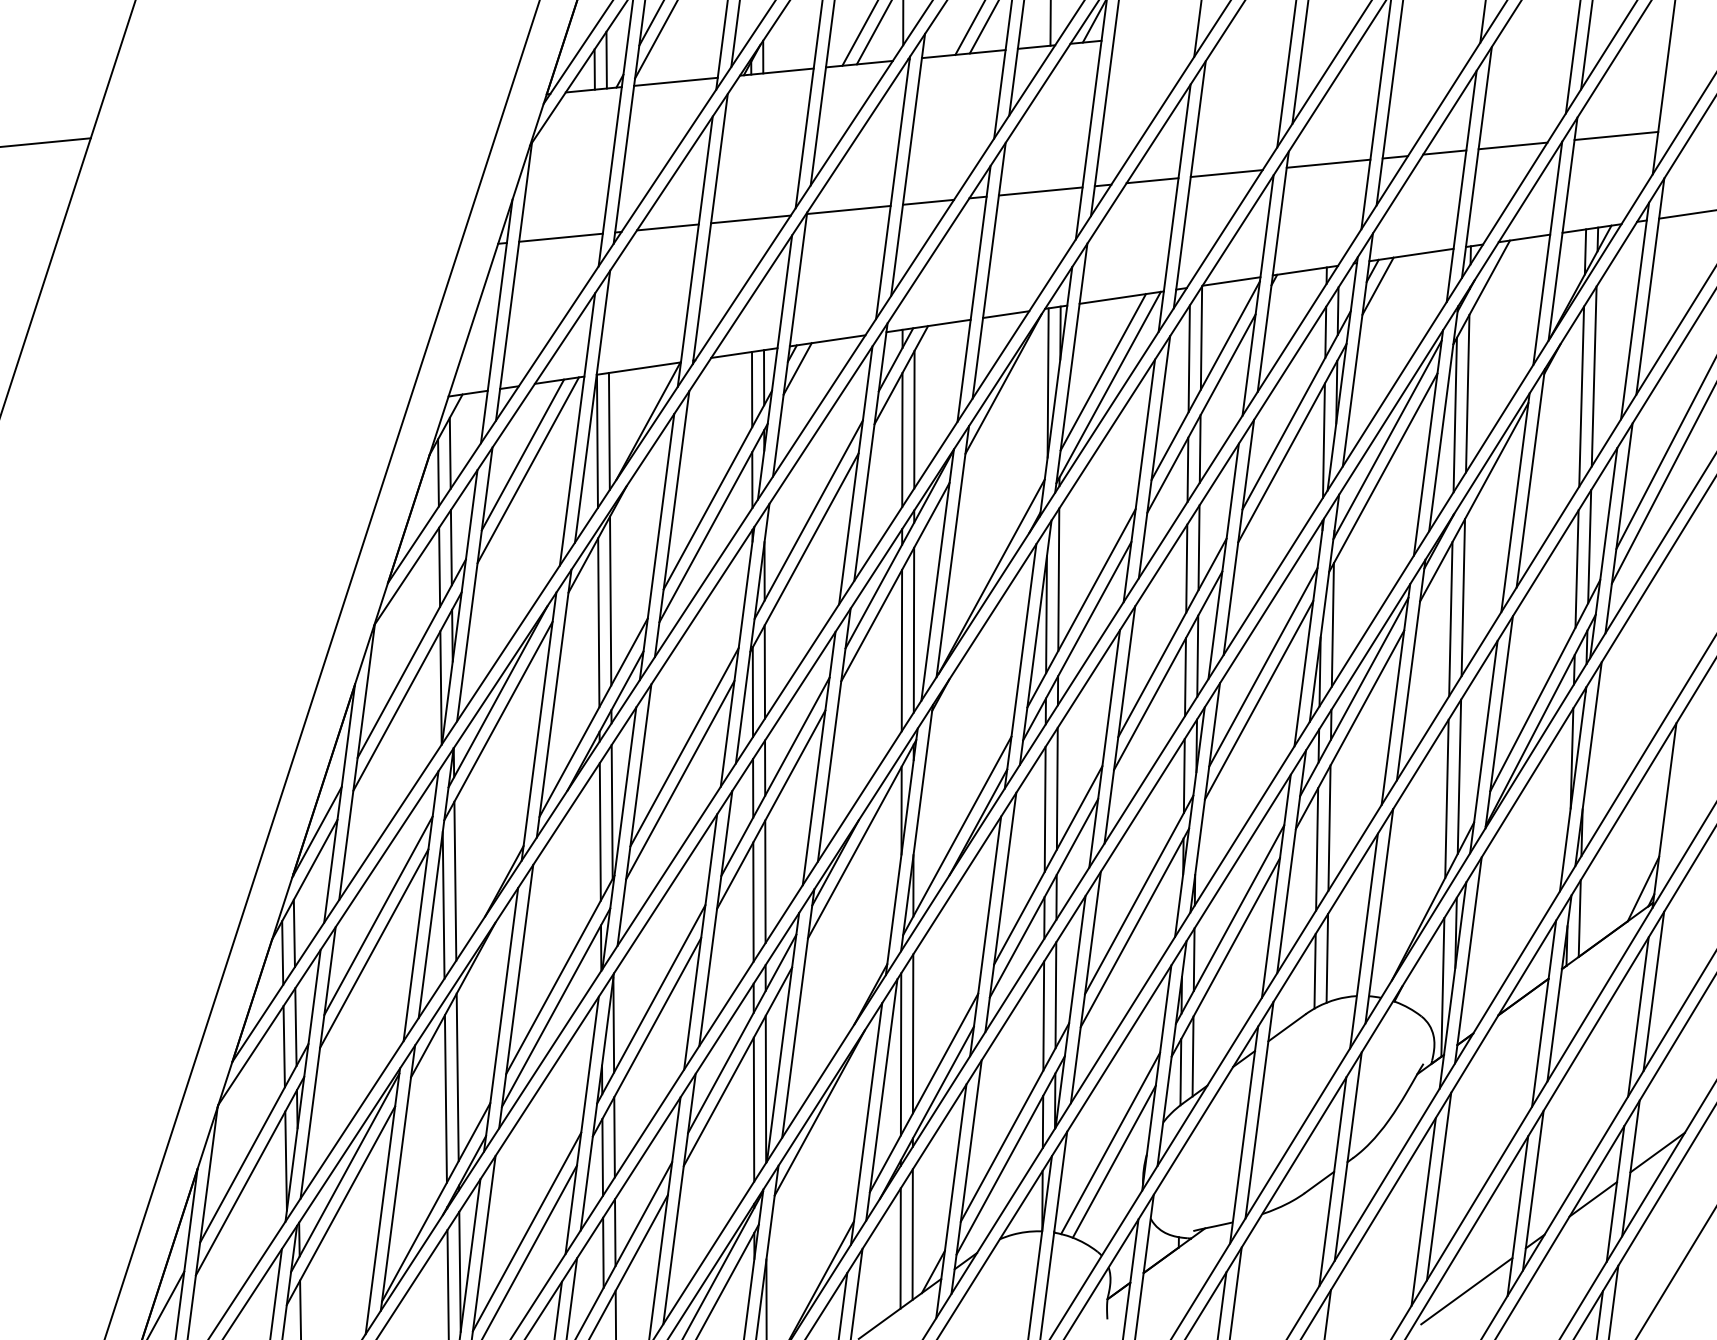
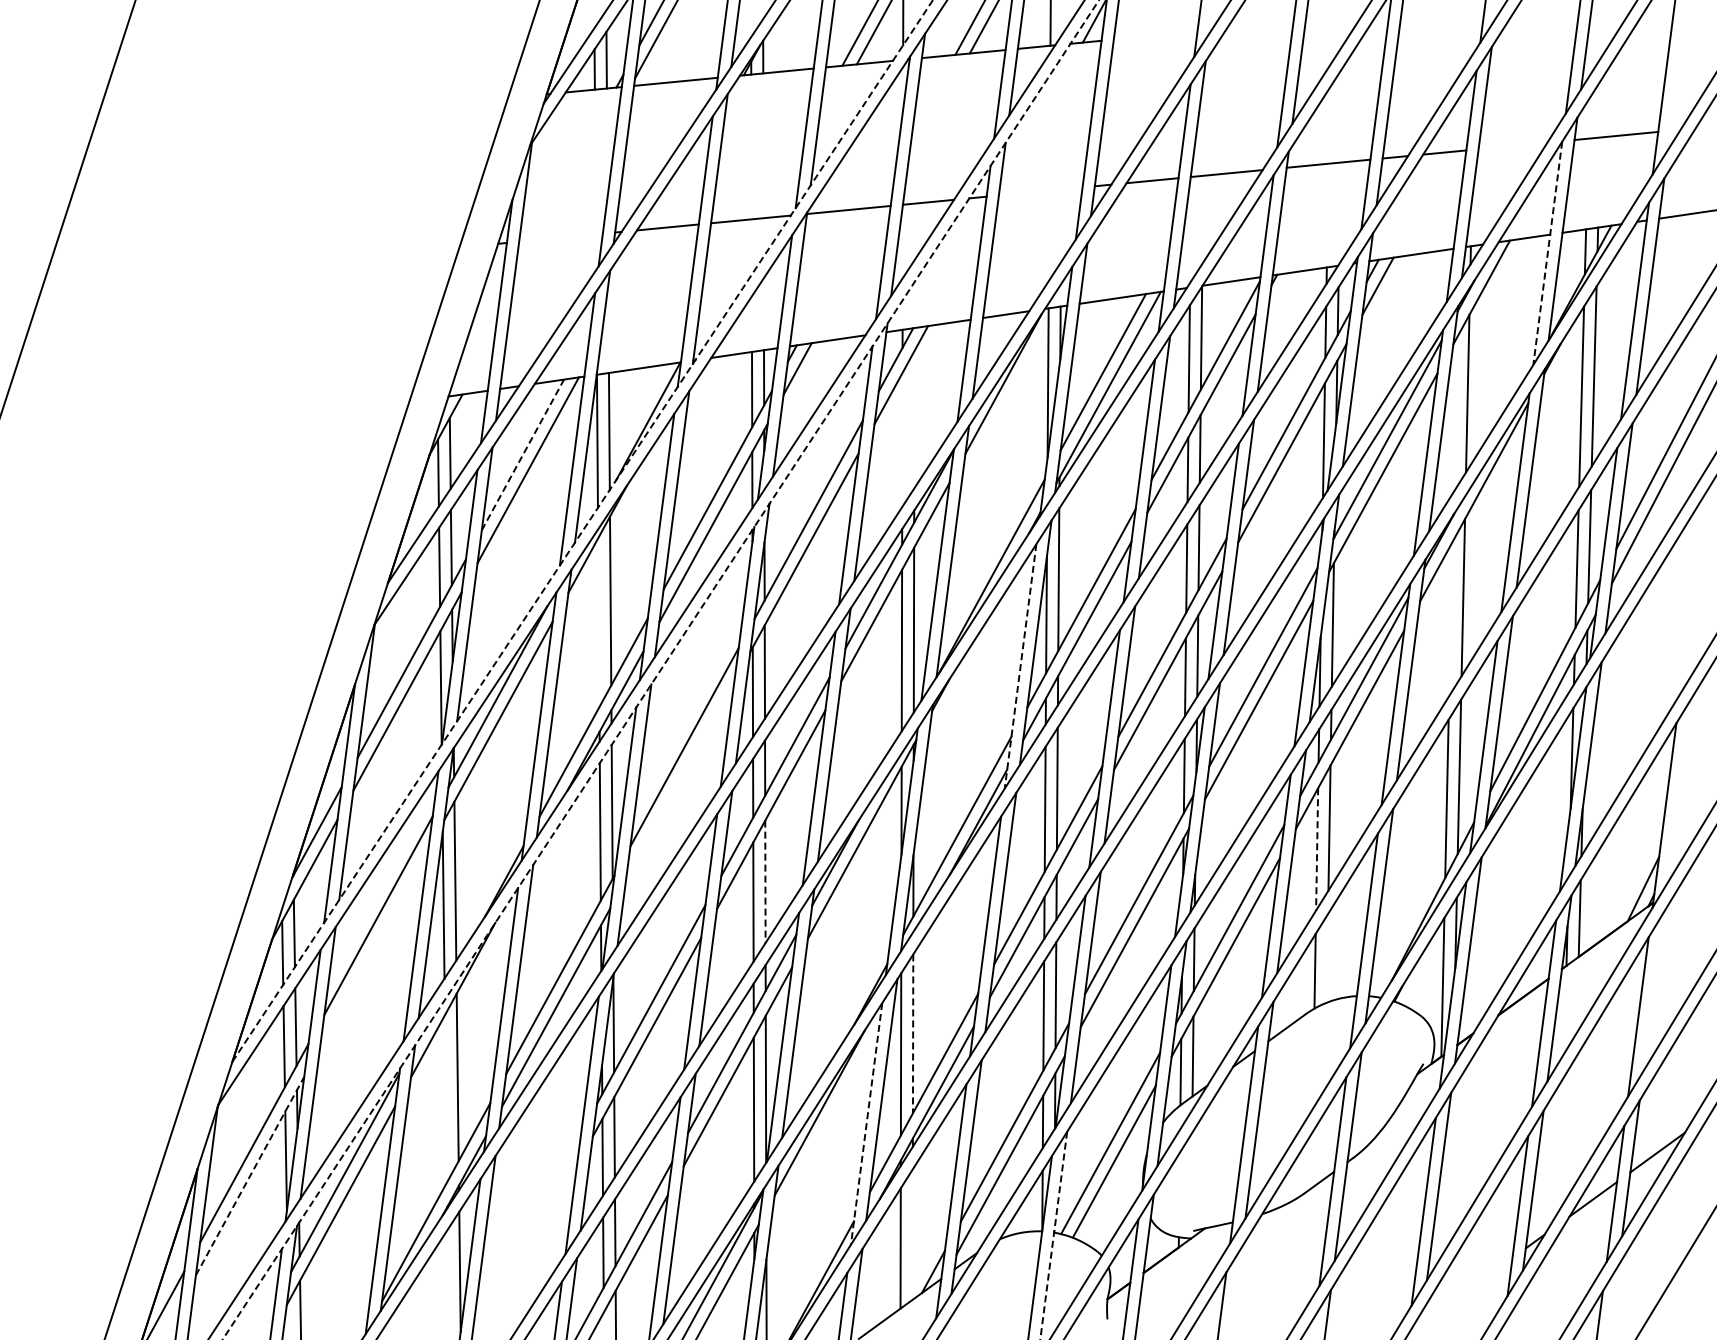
line at (46, 142): present -> none
line at (1512, 145): present -> none
line at (1040, 191): present -> none
line at (560, 237): present -> none
line at (1547, 253): solid -> dashed
line at (1454, 414): present -> none
line at (914, 419): present -> none
line at (902, 440): present -> none
line at (522, 454): solid -> dashed
line at (582, 530): solid -> dashed
line at (1450, 619): present -> none
line at (598, 622): present -> none
line at (1020, 666): solid -> dashed
line at (660, 669): solid -> dashed
line at (680, 779): present -> none
line at (1317, 849): solid -> dashed
line at (765, 882): solid -> dashed
line at (374, 948): present -> none
line at (1327, 958): present -> none
line at (1653, 991): present -> none
line at (913, 1034): solid -> dashed
line at (445, 1098): present -> none
line at (866, 1123): solid -> dashed
line at (250, 1175): solid -> dashed
line at (526, 1231): present -> none
line at (912, 1234): present -> none
line at (1053, 1235): solid -> dashed
line at (529, 1250): present -> none
line at (447, 1283): present -> none
line at (1235, 1291): present -> none
line at (1466, 1291): present -> none
line at (1613, 1300): present -> none
